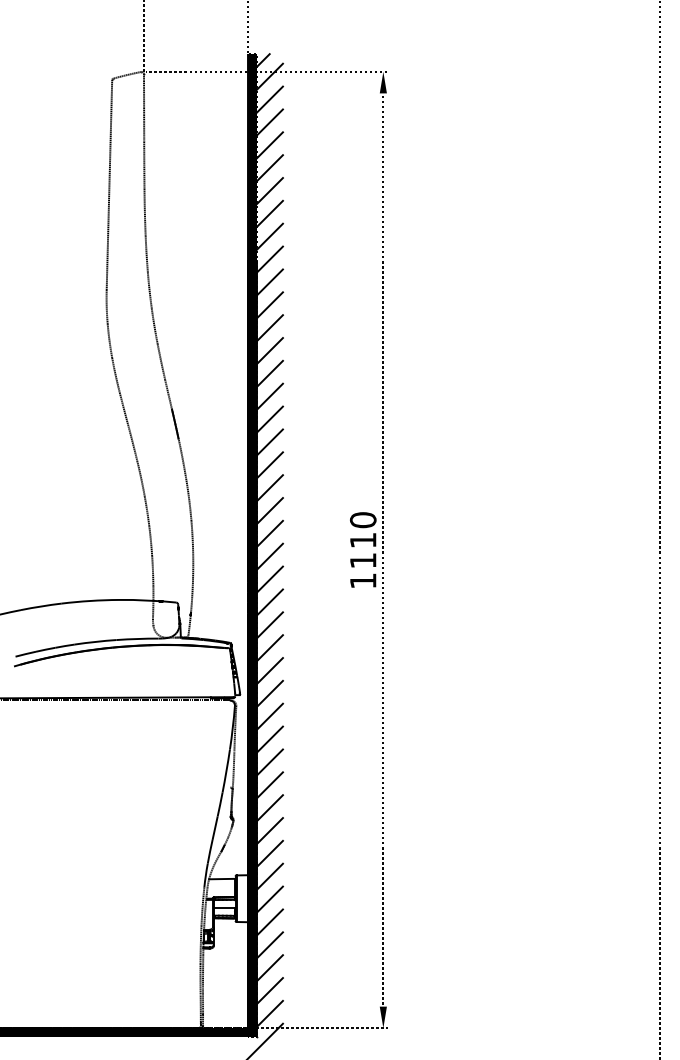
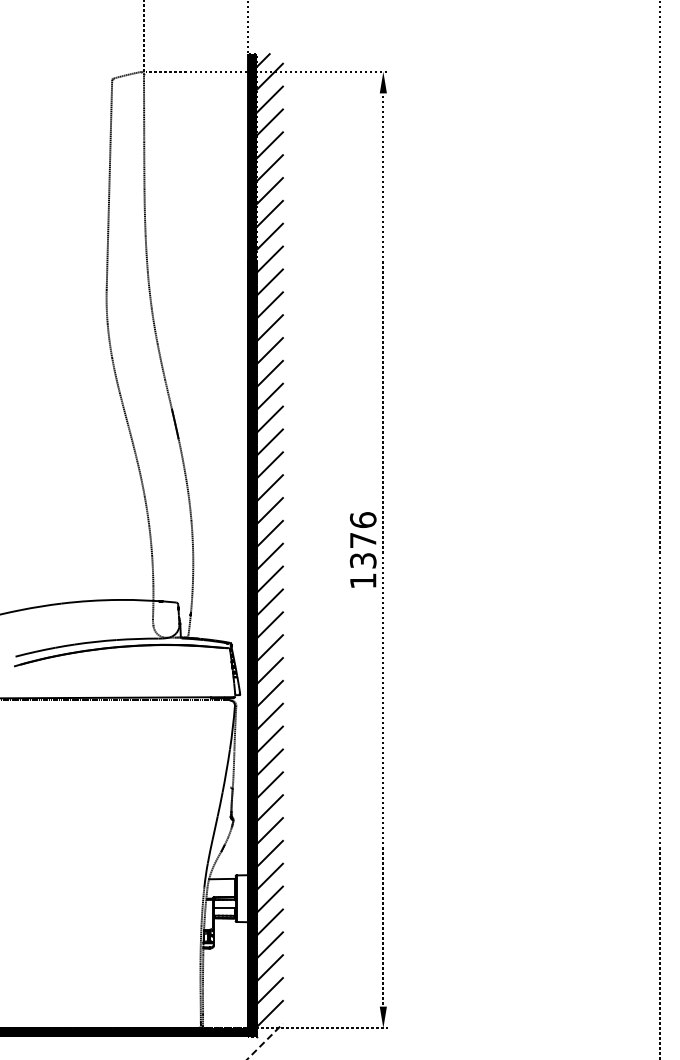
text at (362, 540): 1110 -> 1376
line at (264, 1041): solid -> dashed
